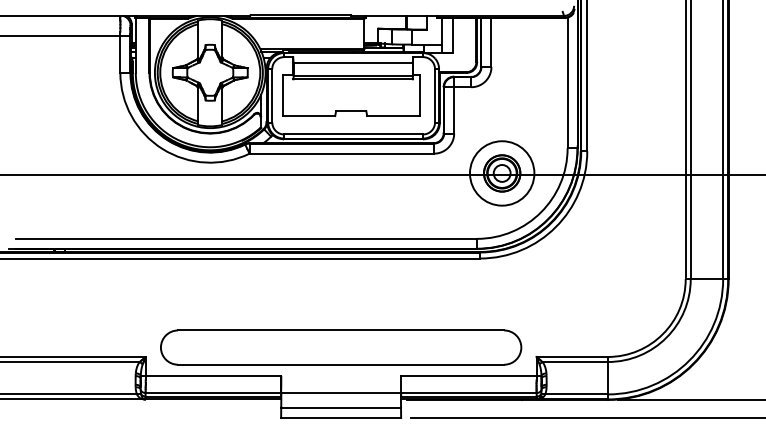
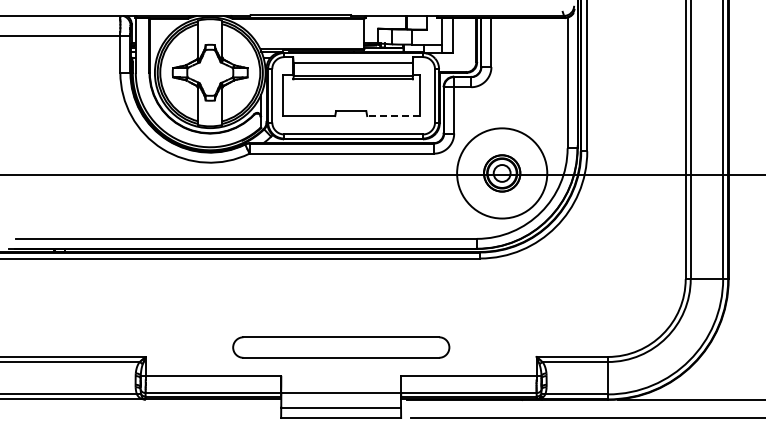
line at (392, 116): solid -> dashed
circle at (501, 173) diameter: 64 px -> 90 px
part at (341, 347) size: 363x37 px -> 219x23 px
